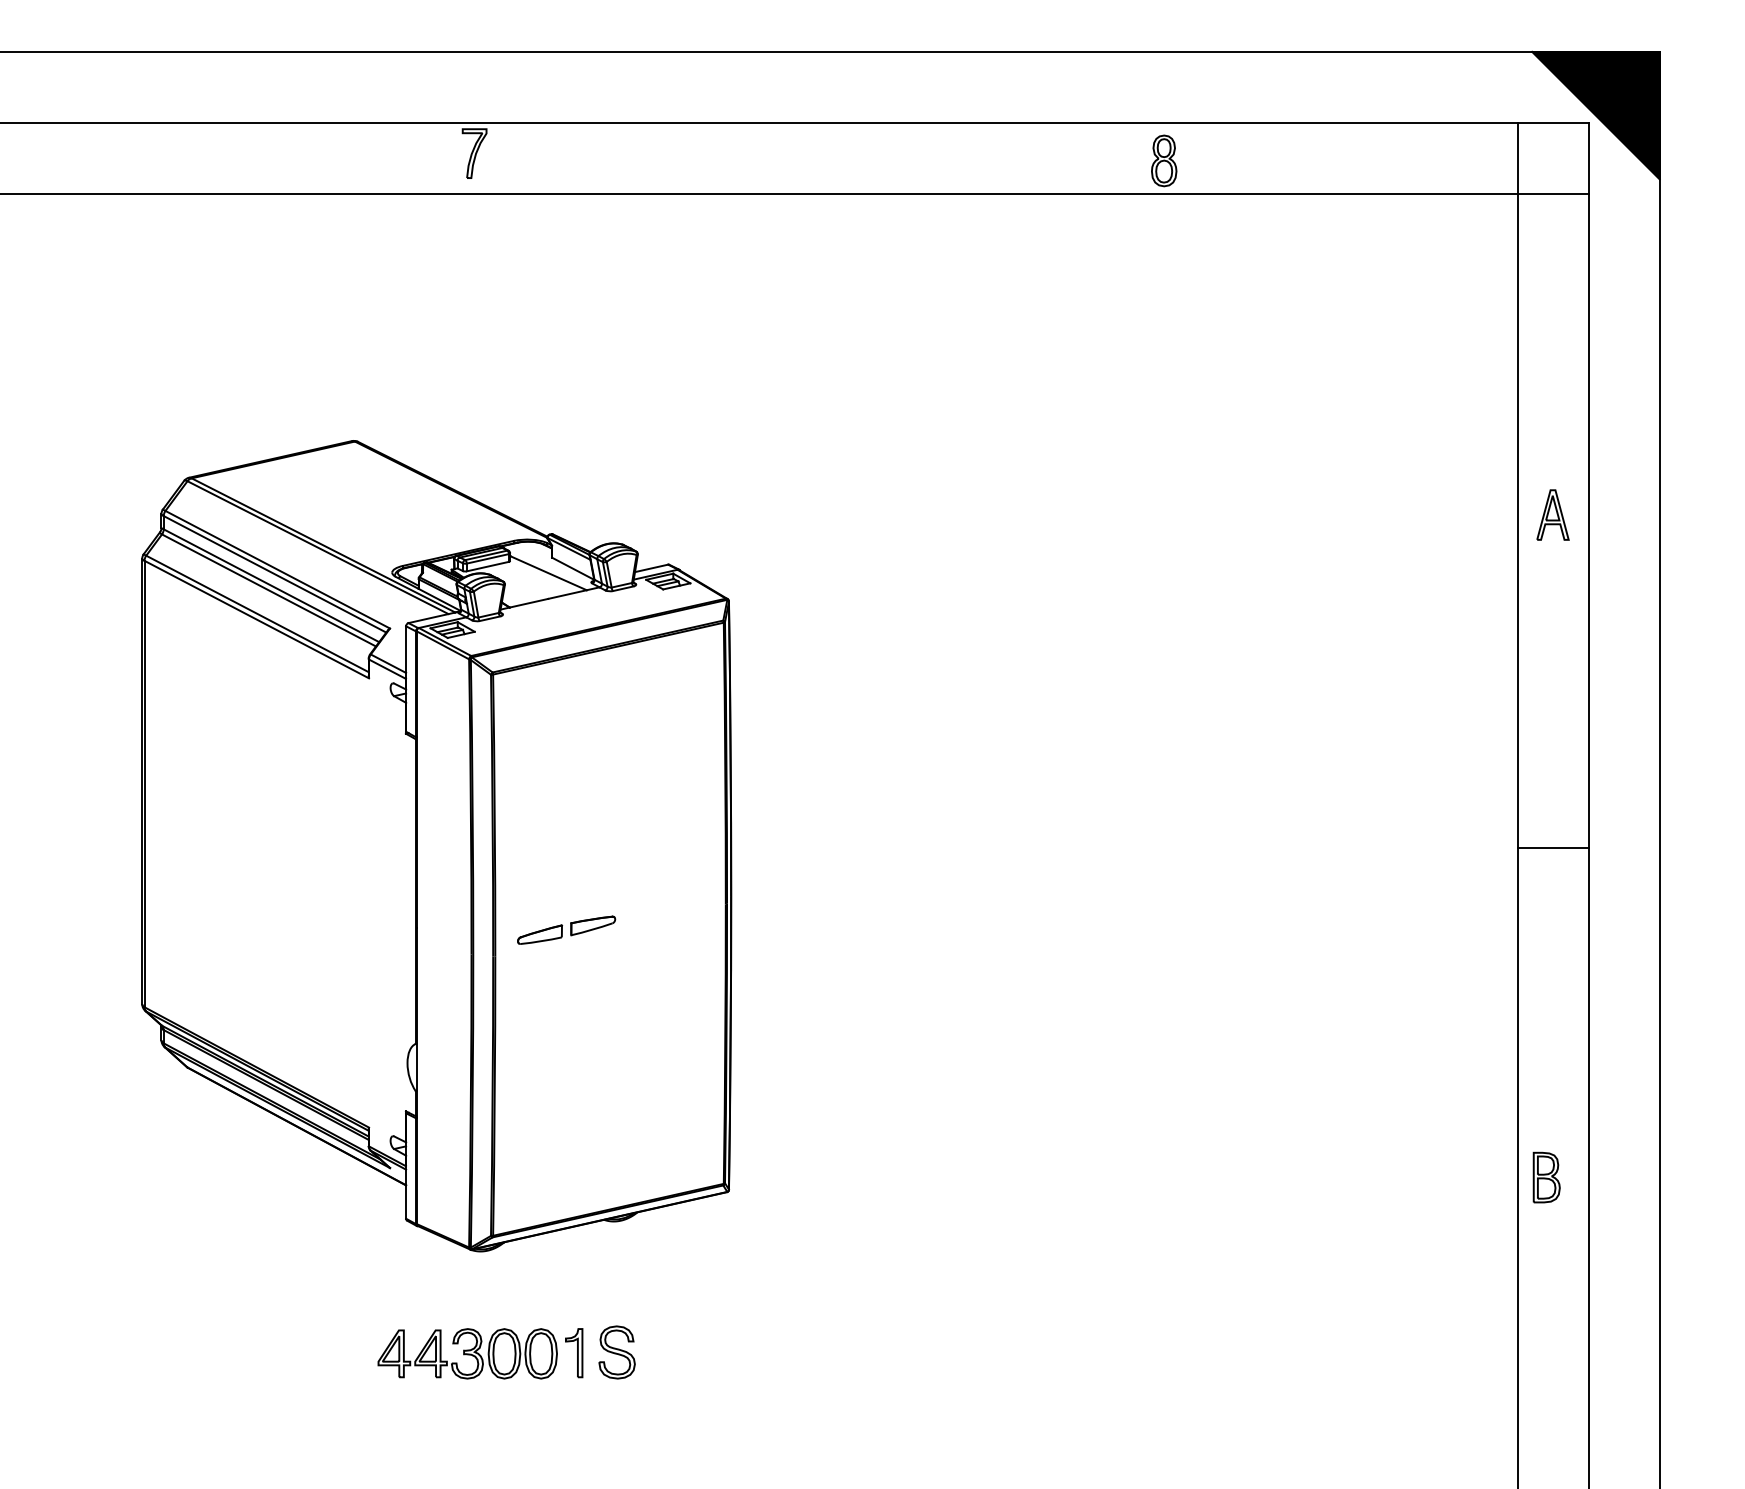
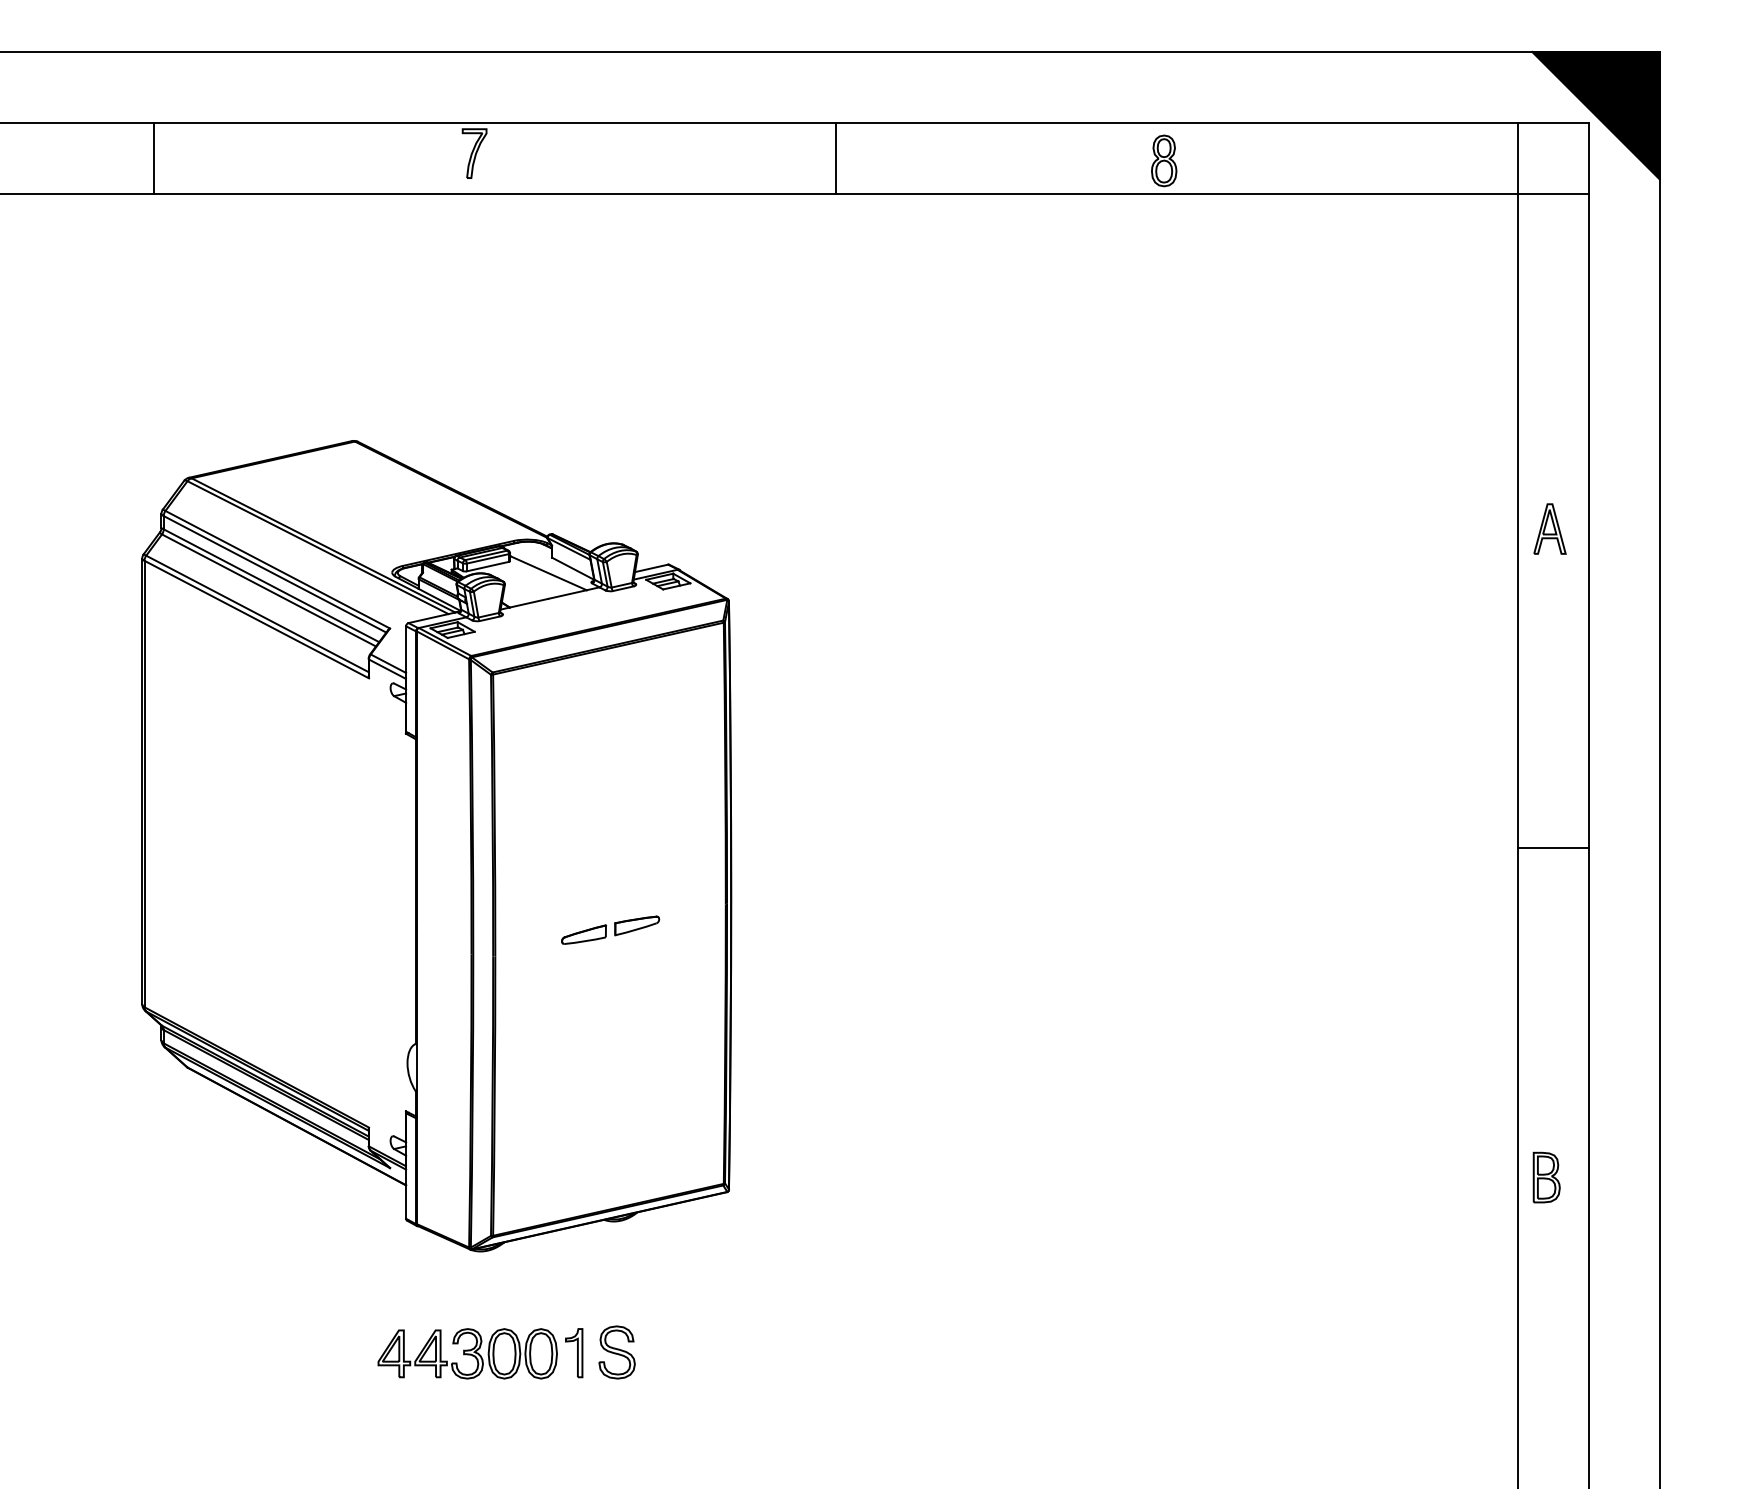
line at (153, 157): none -> present
line at (835, 157): none -> present
part at (1552, 514) position: (1552, 514) -> (1549, 528)
part at (566, 929) position: (566, 929) -> (610, 929)
